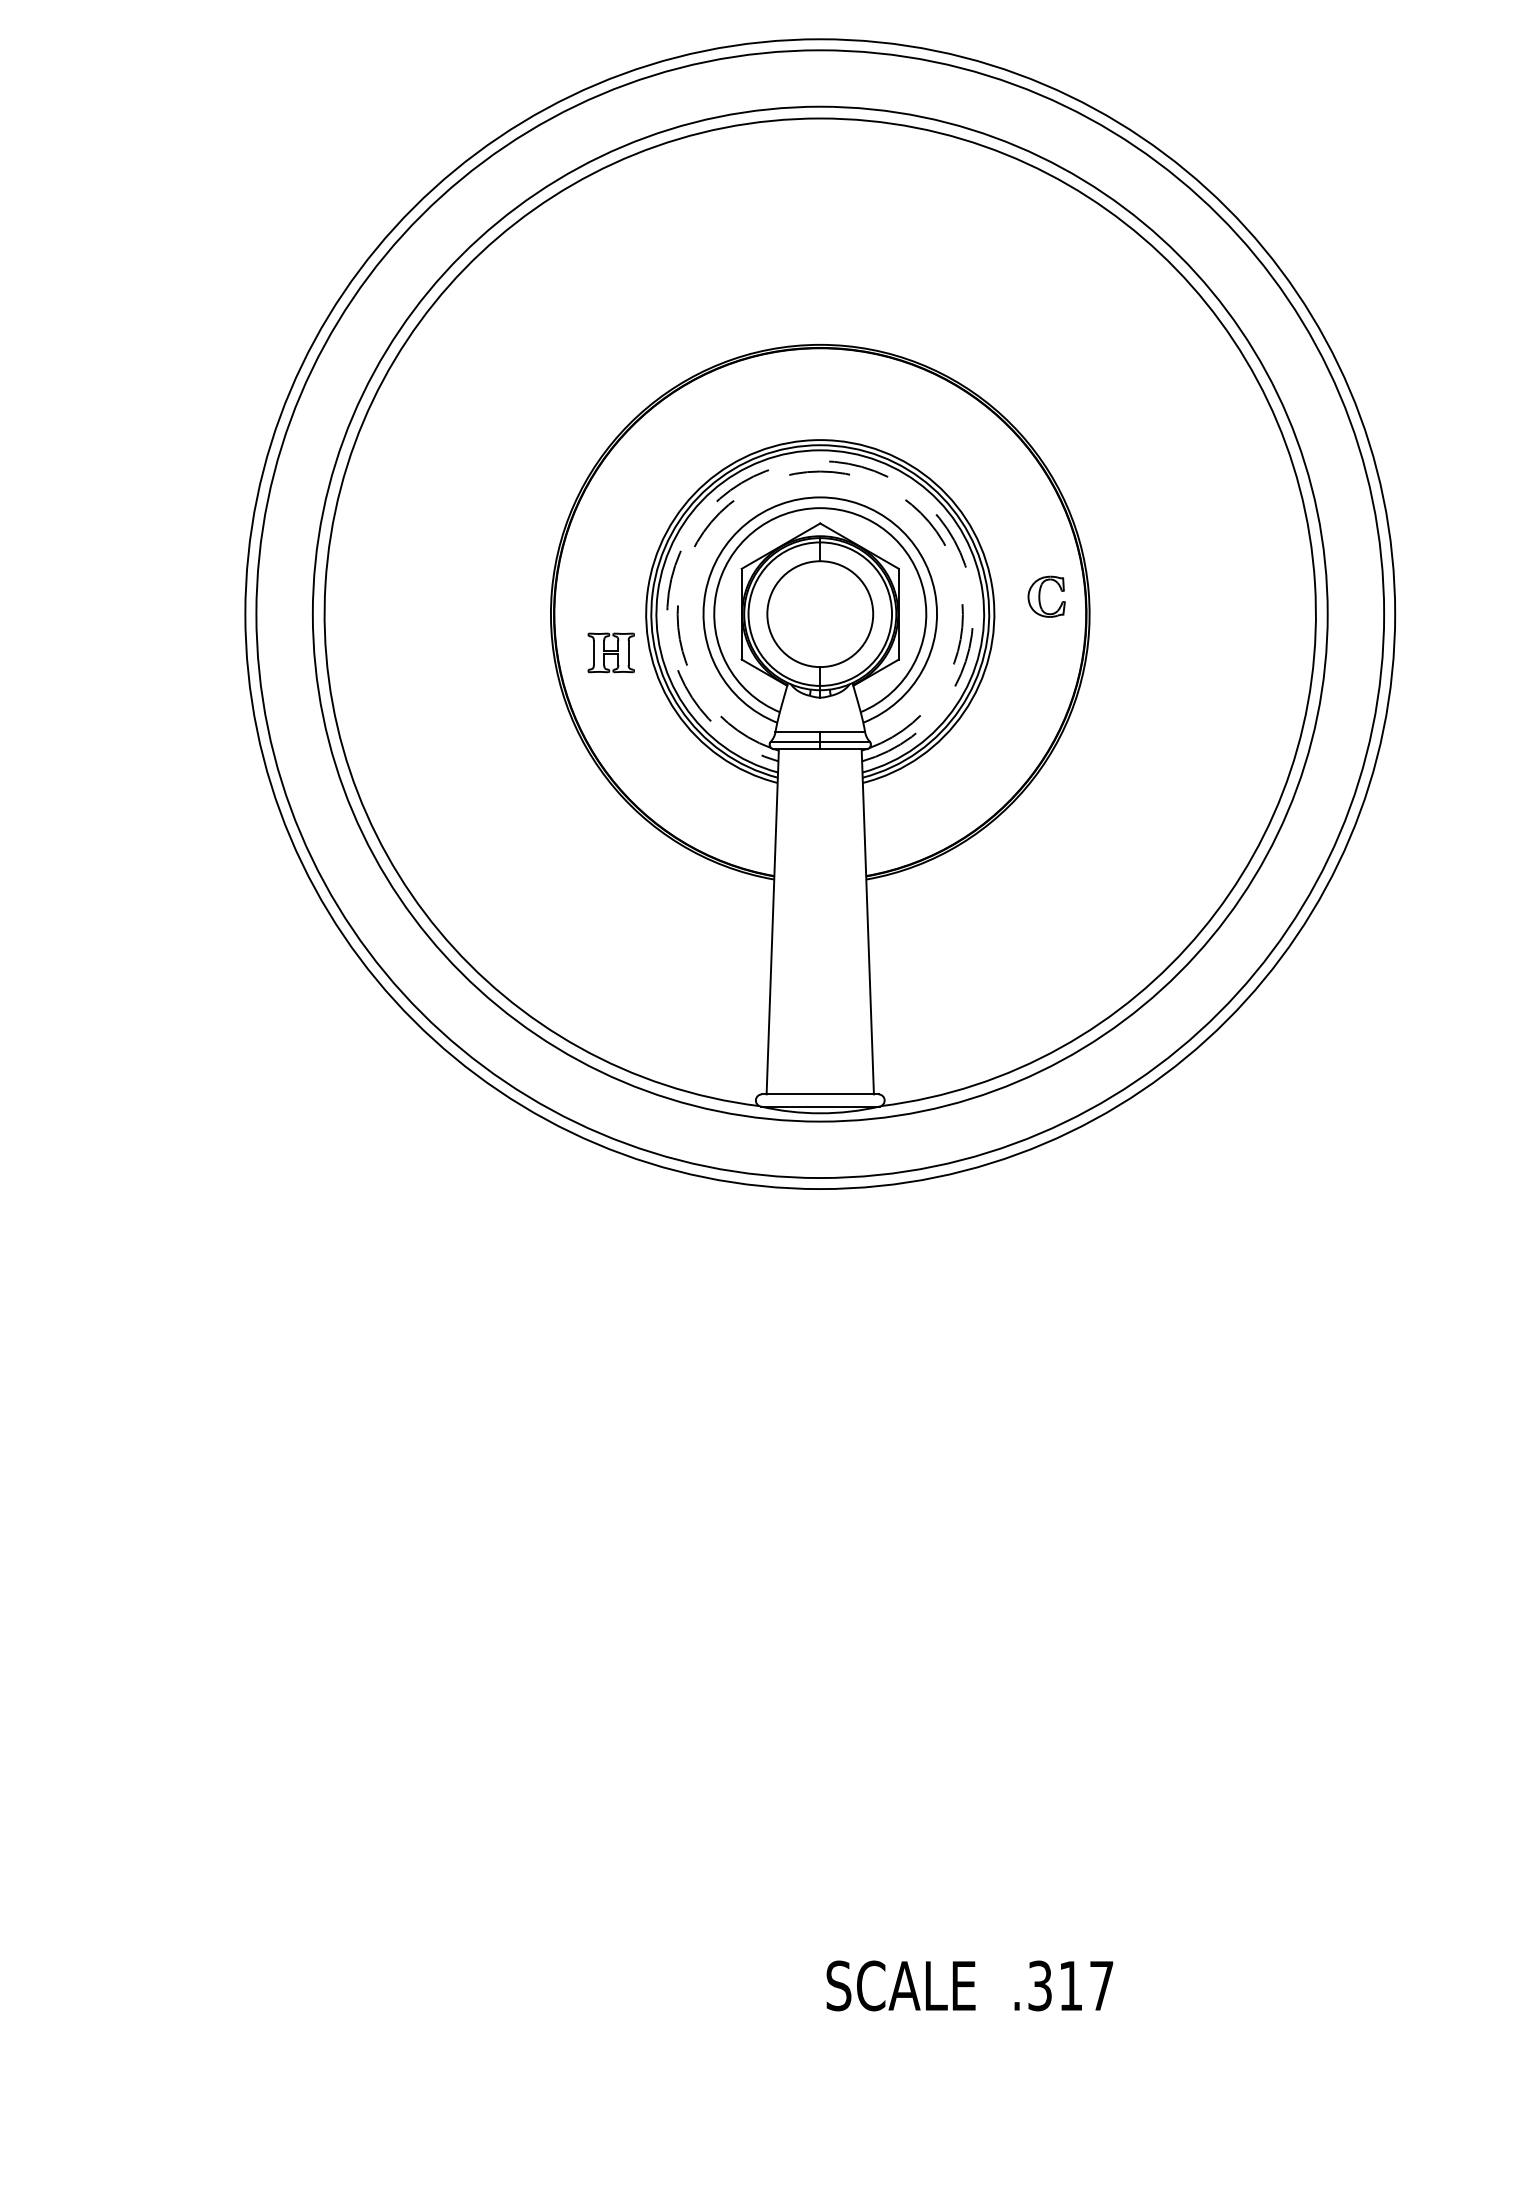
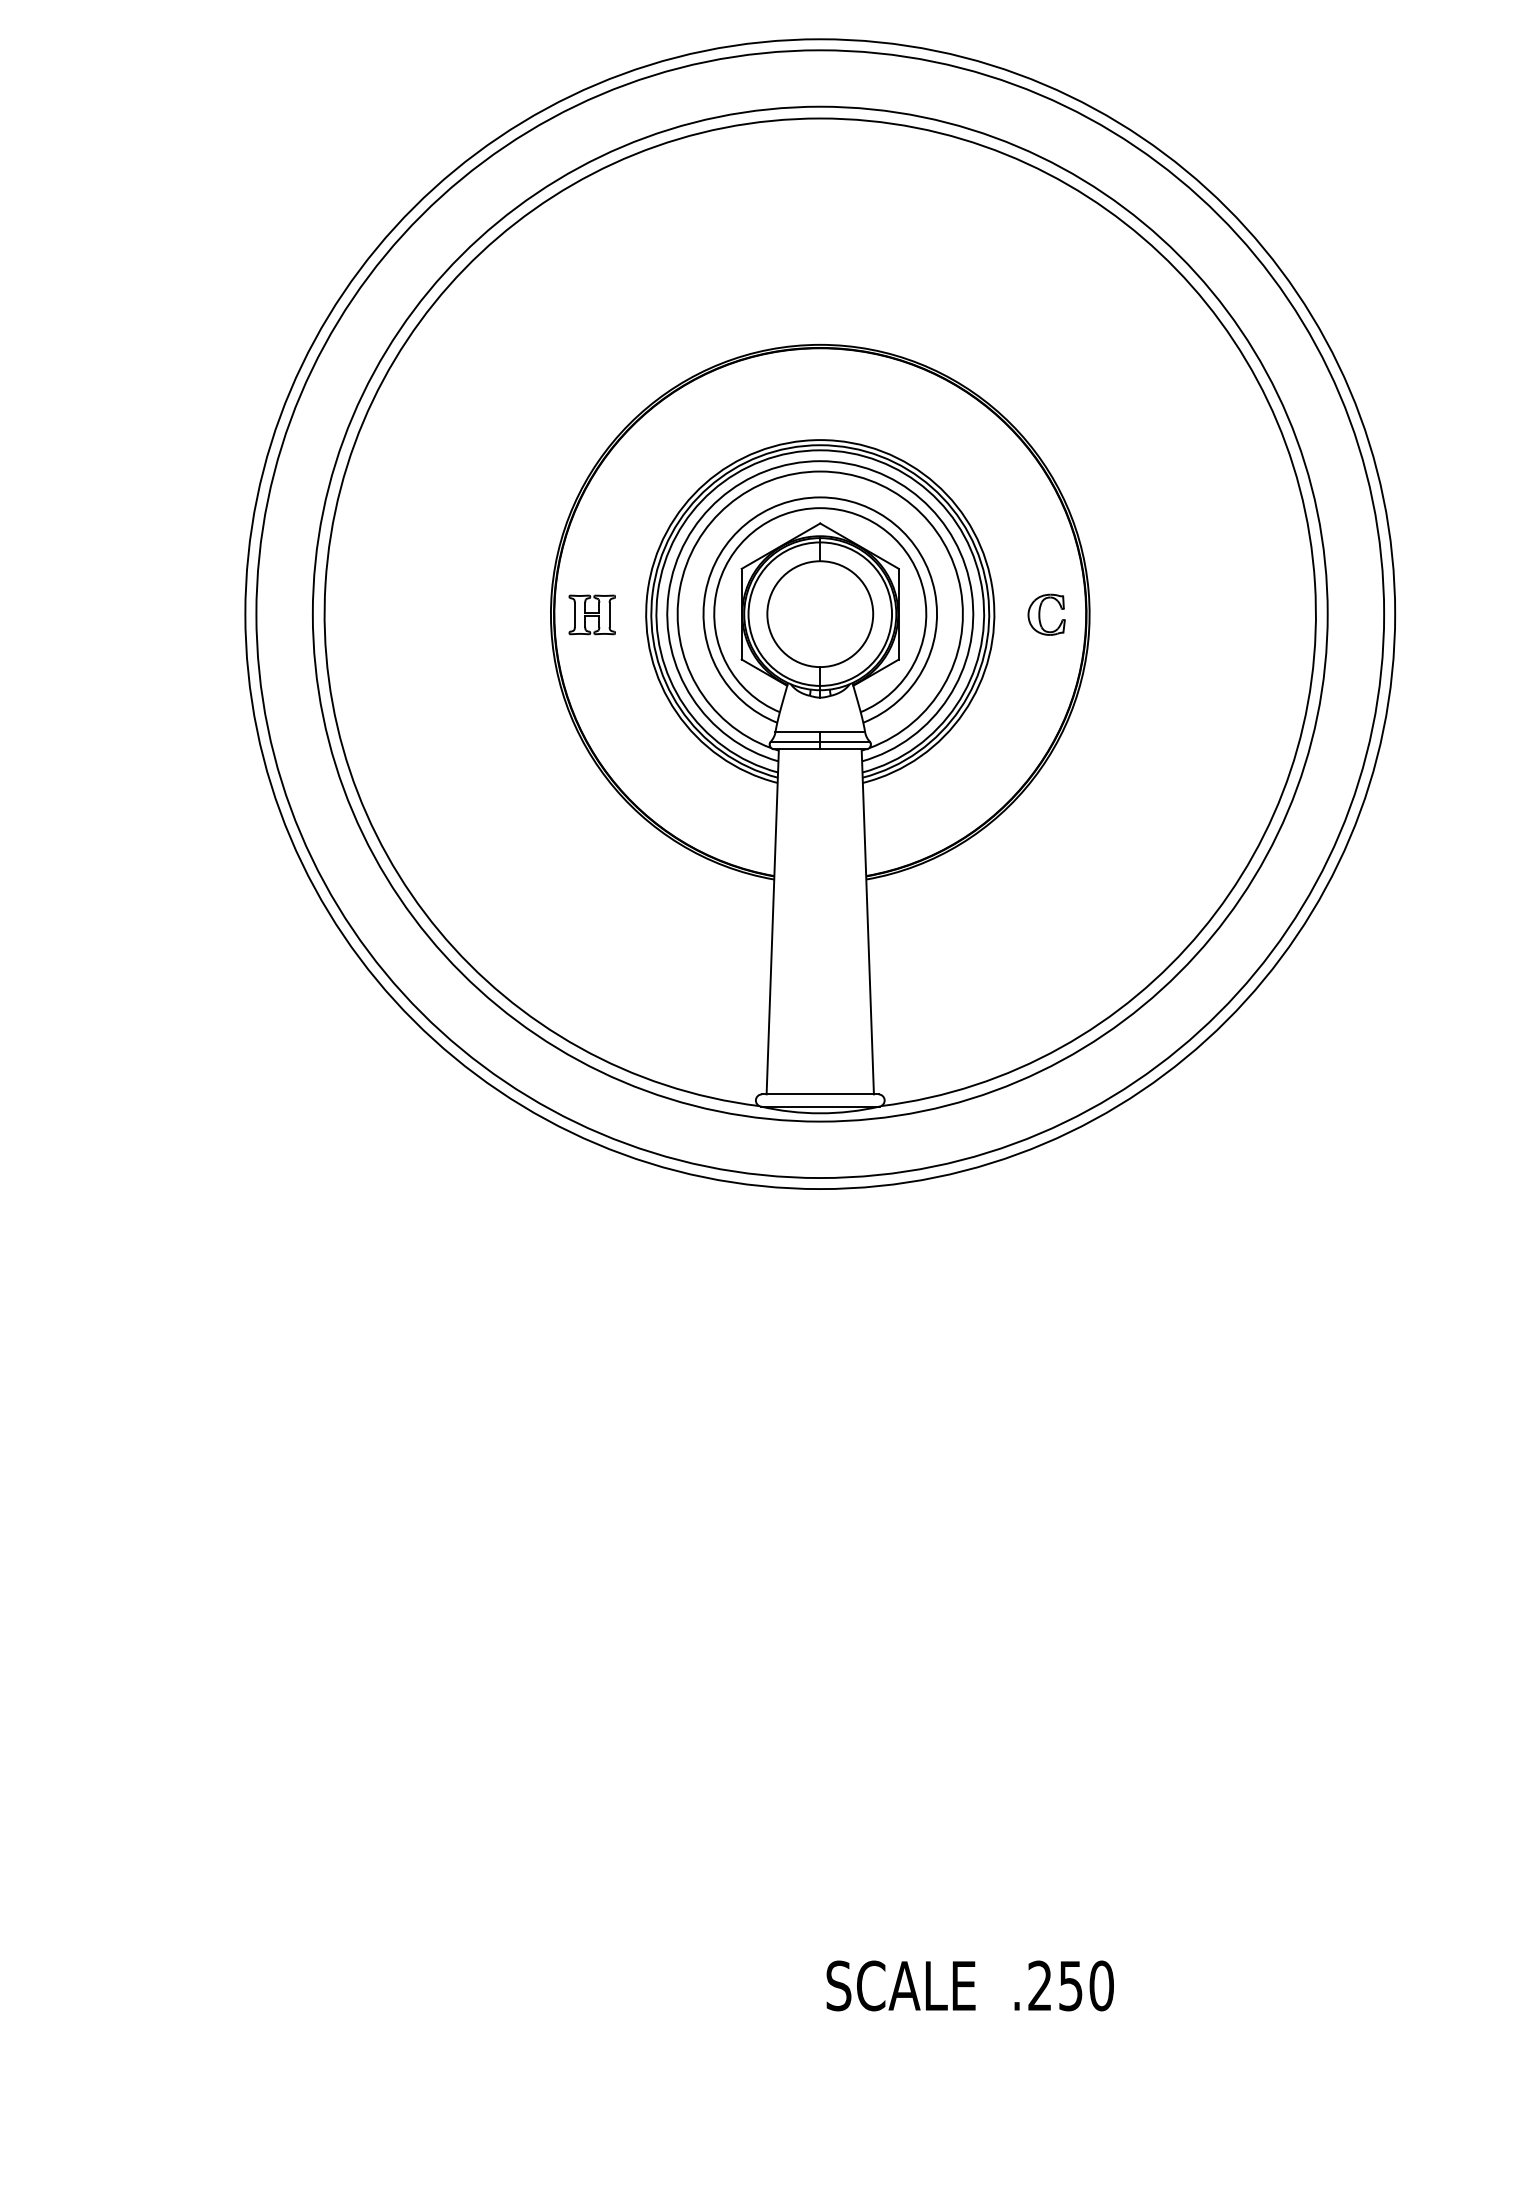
arc at (820, 461): dashed -> solid
arc at (820, 471): dashed -> solid
part at (1046, 596) position: (1046, 596) -> (1046, 614)
part at (610, 652) position: (610, 652) -> (591, 614)
text at (1070, 1985): .317 -> .250
